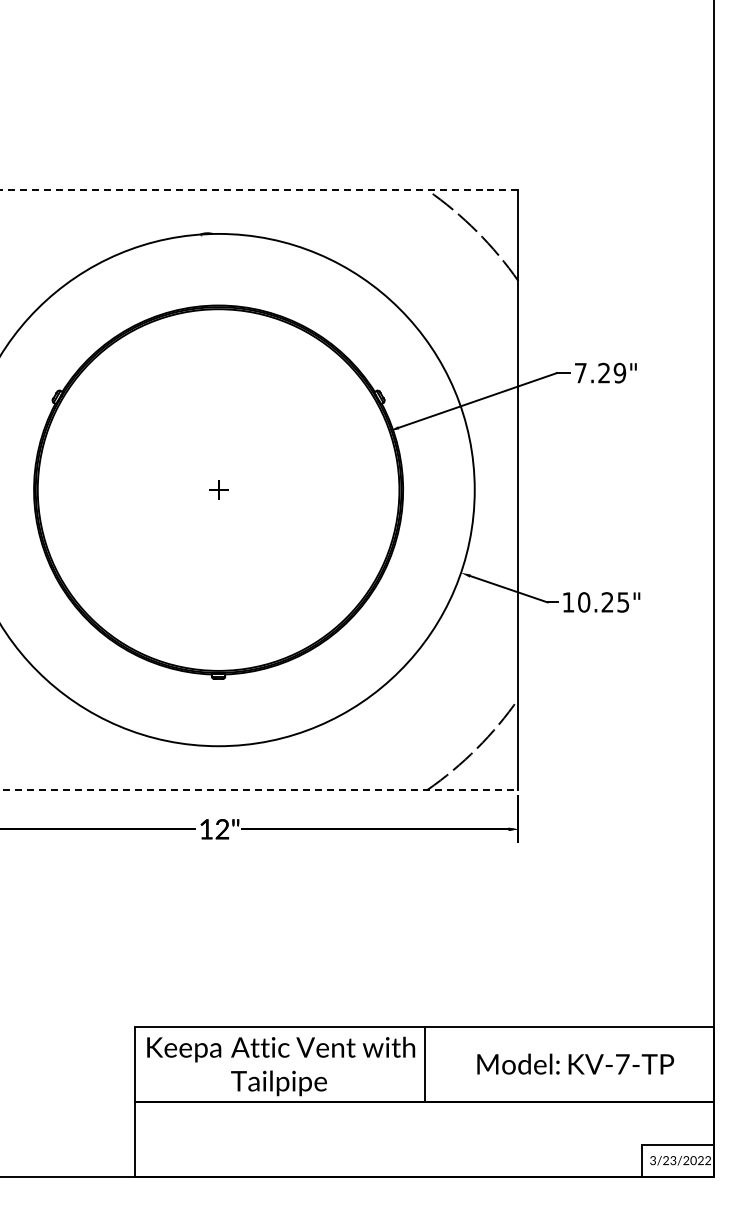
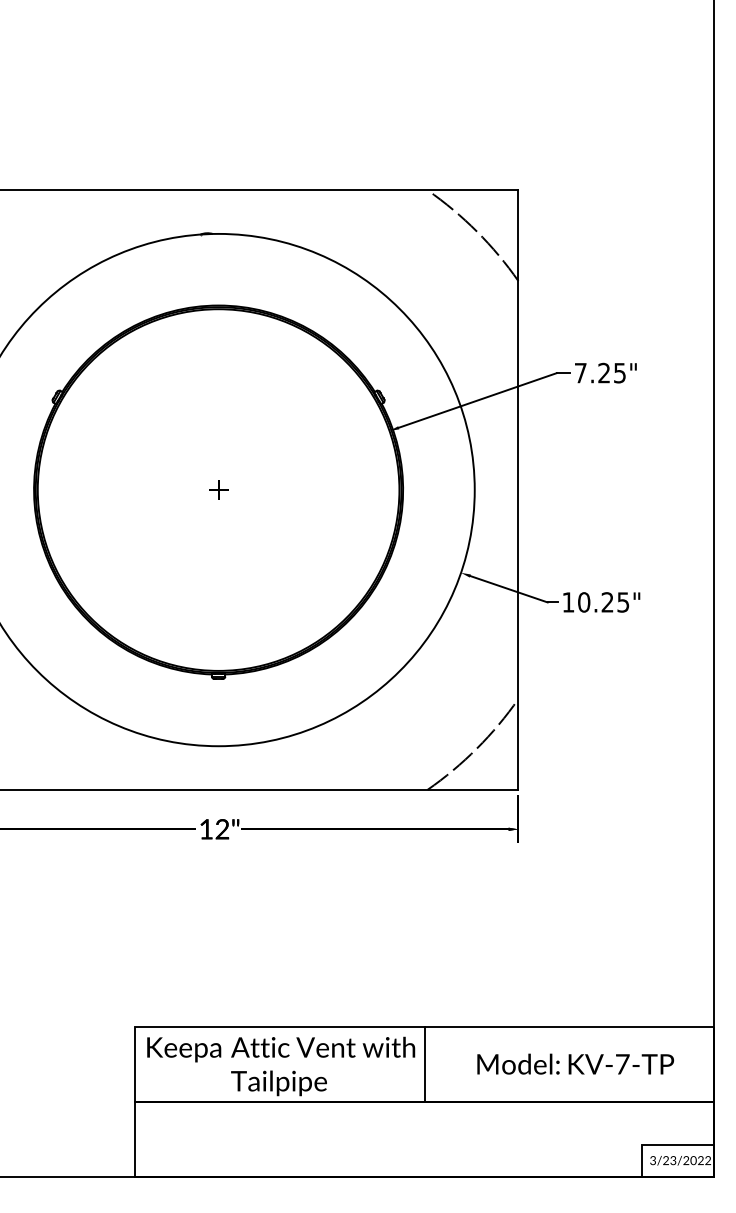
line at (259, 190): dashed -> solid
text at (619, 372): 7.29" -> 7.25"
line at (259, 789): dashed -> solid
